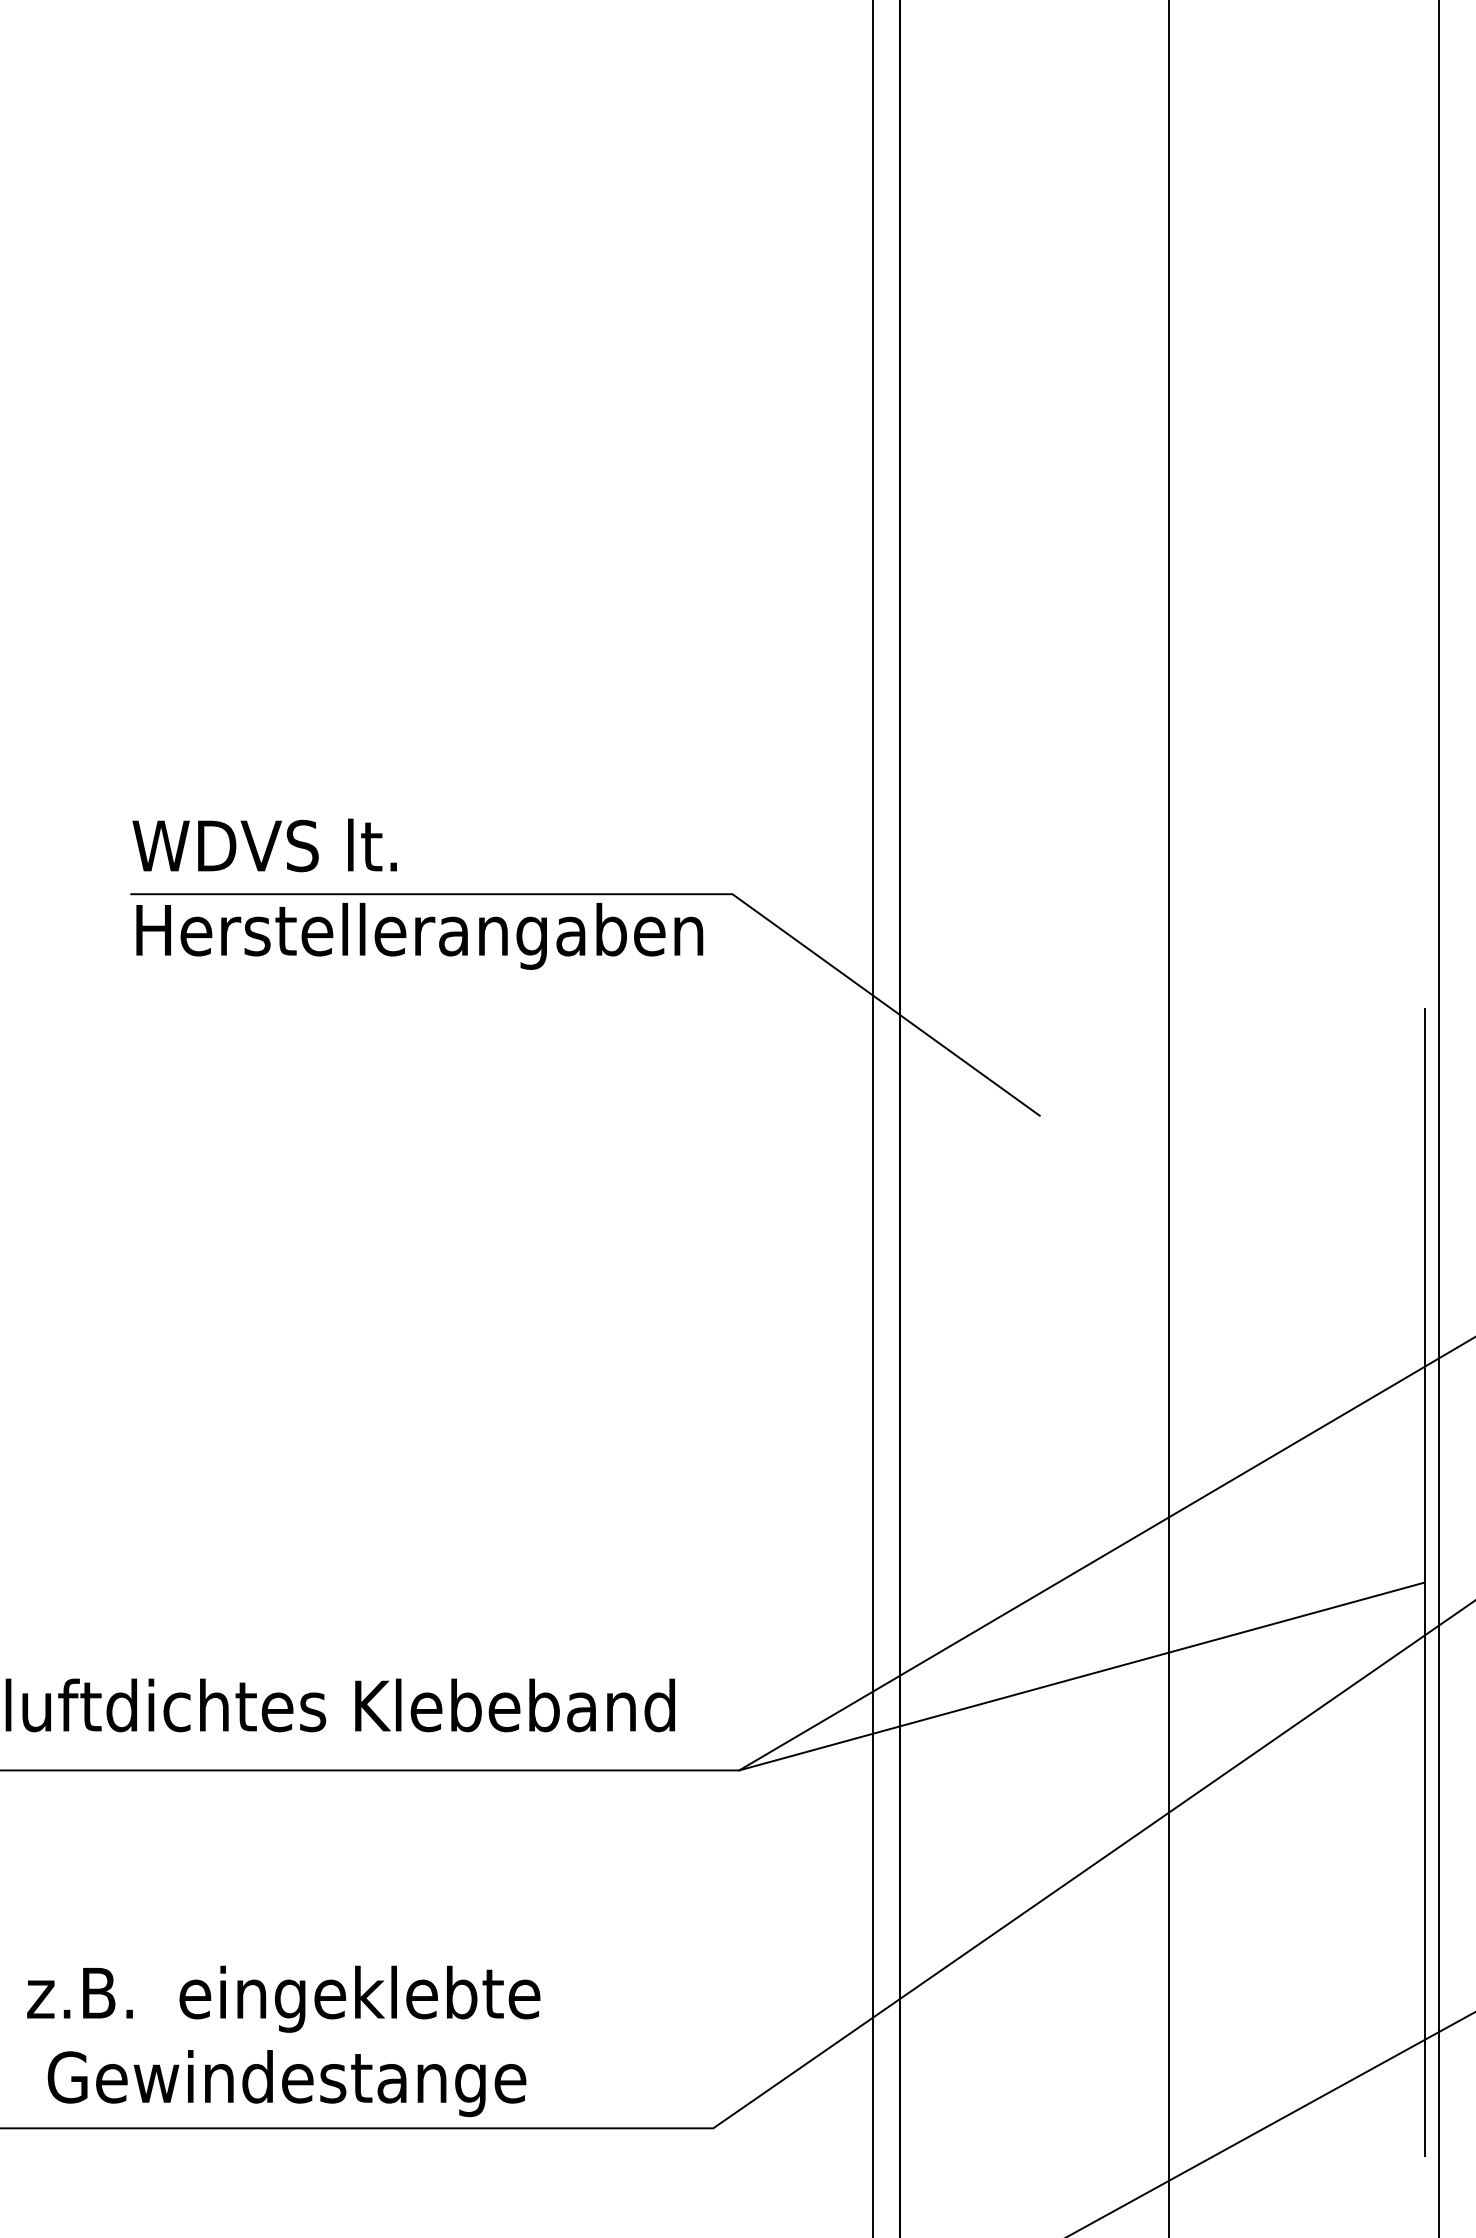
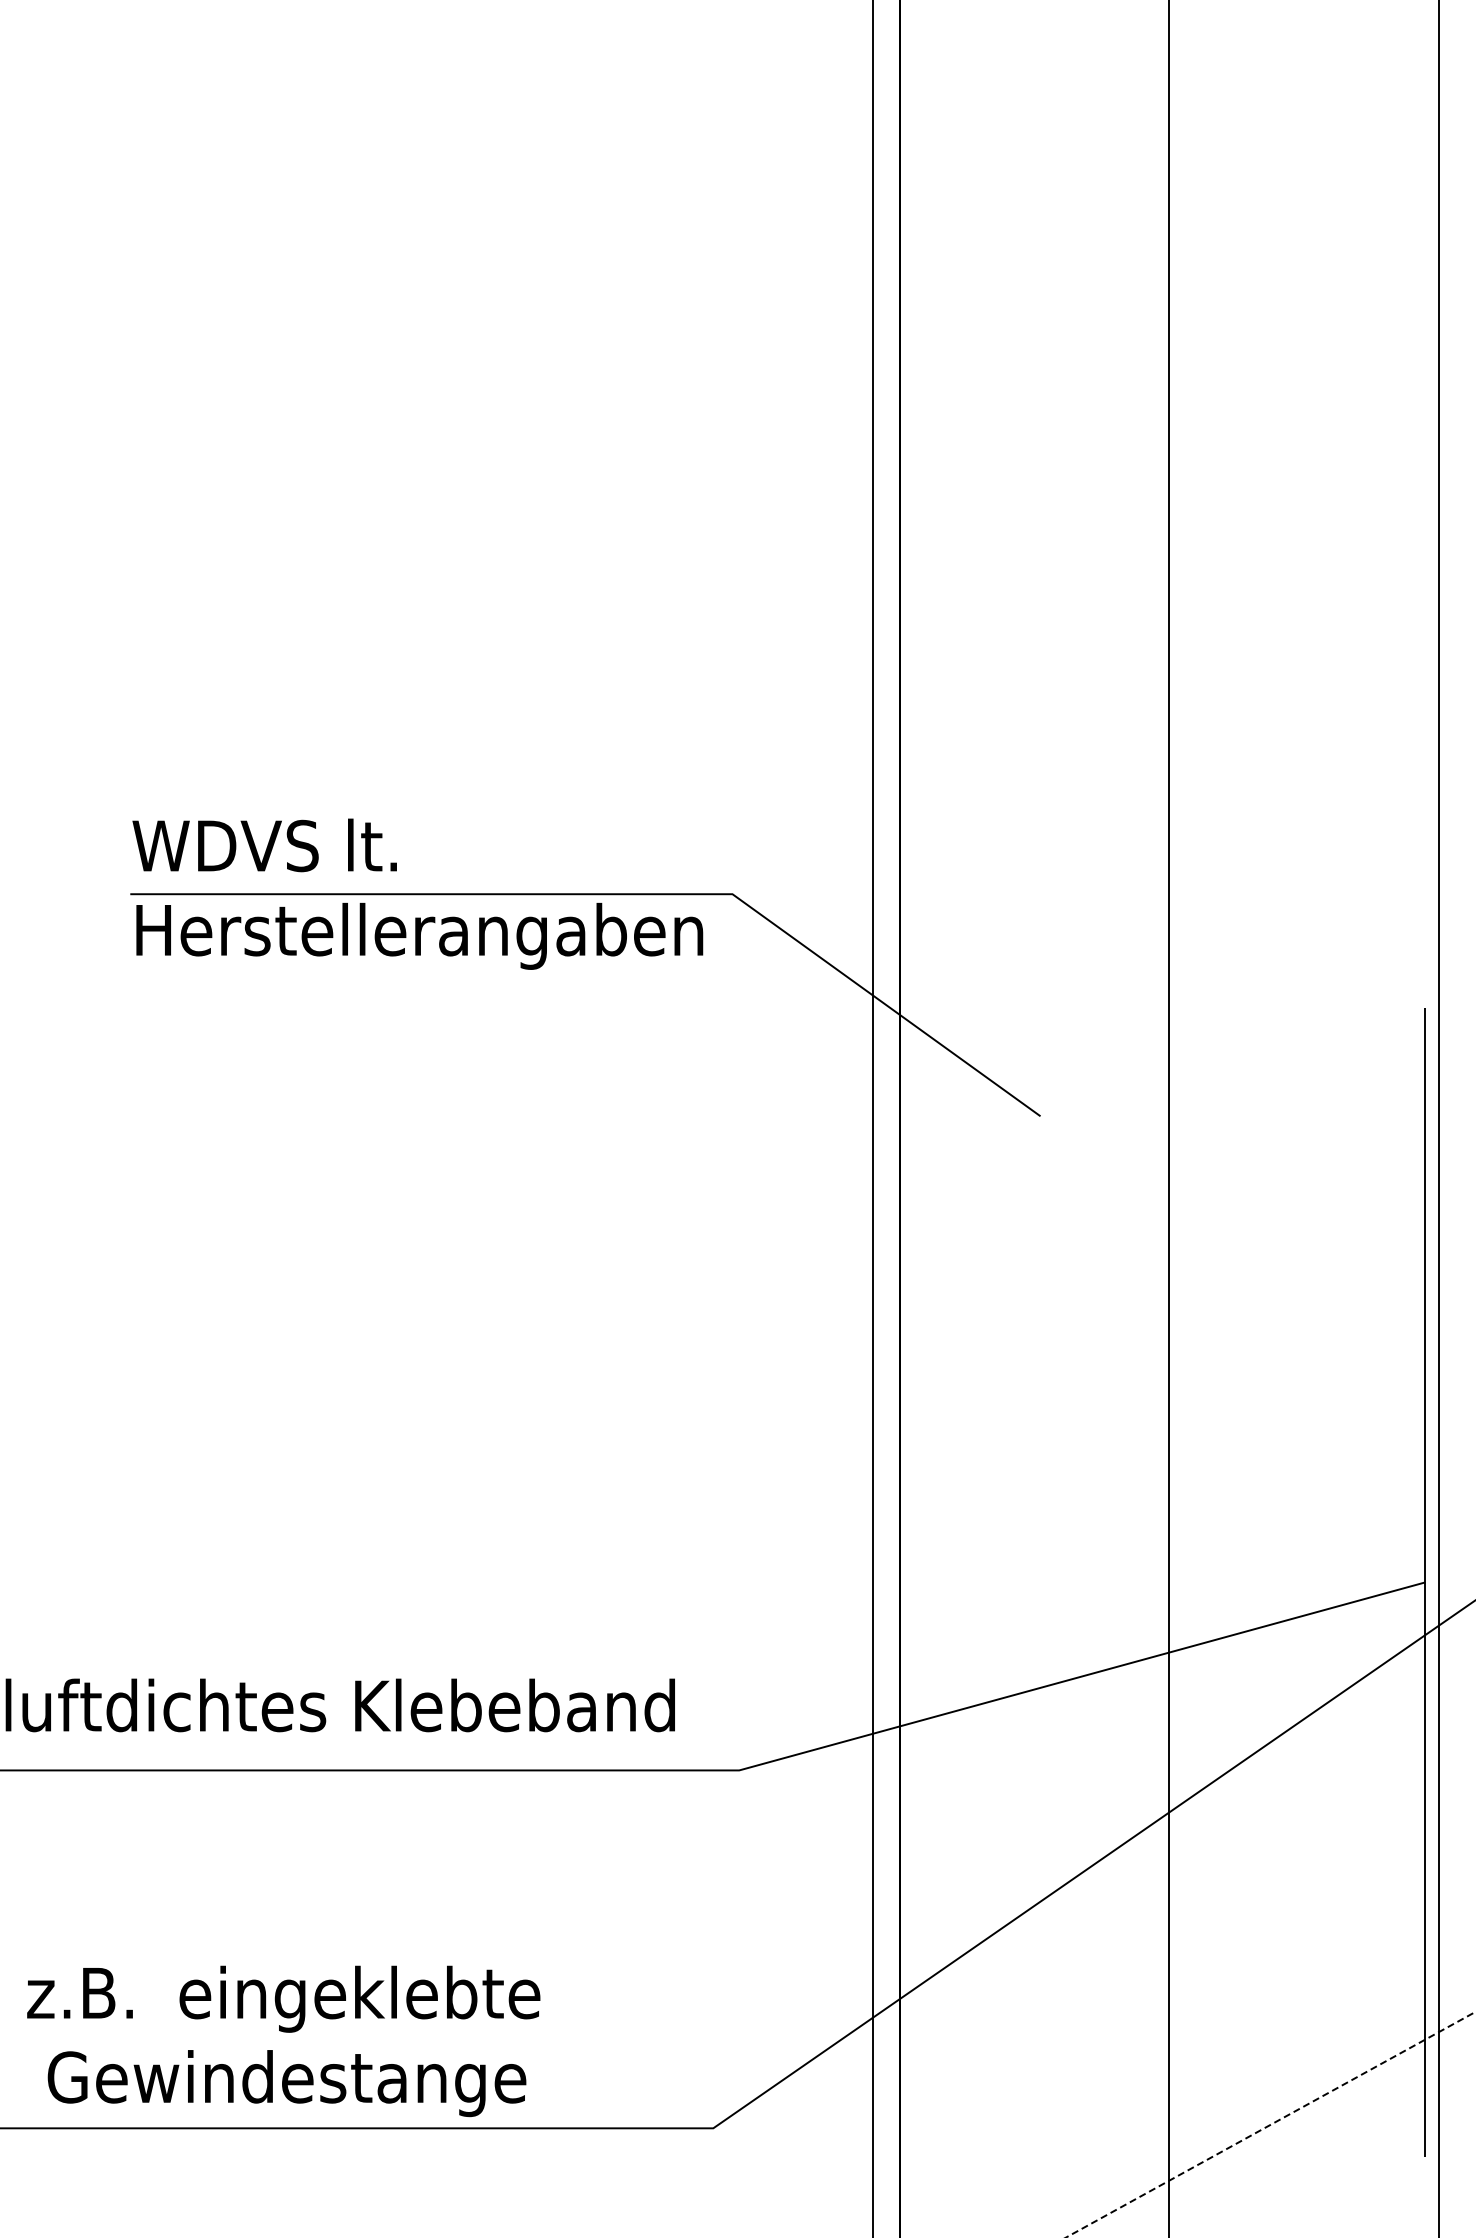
line at (1105, 1554): present -> none
line at (1270, 2124): solid -> dashed
